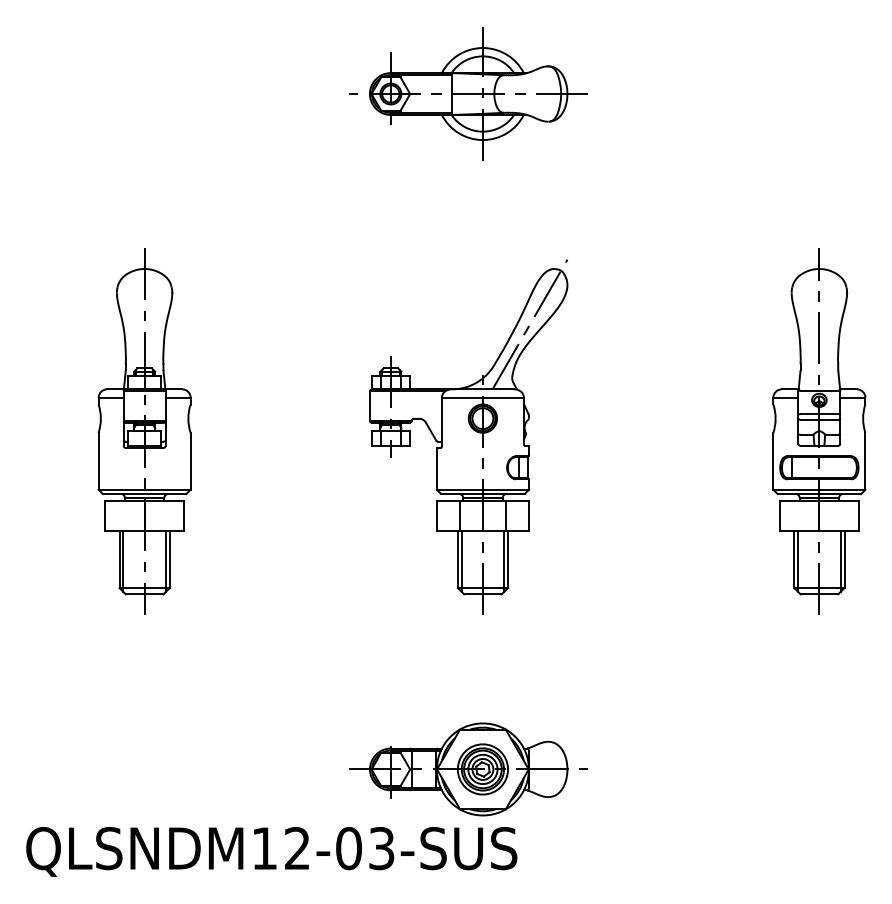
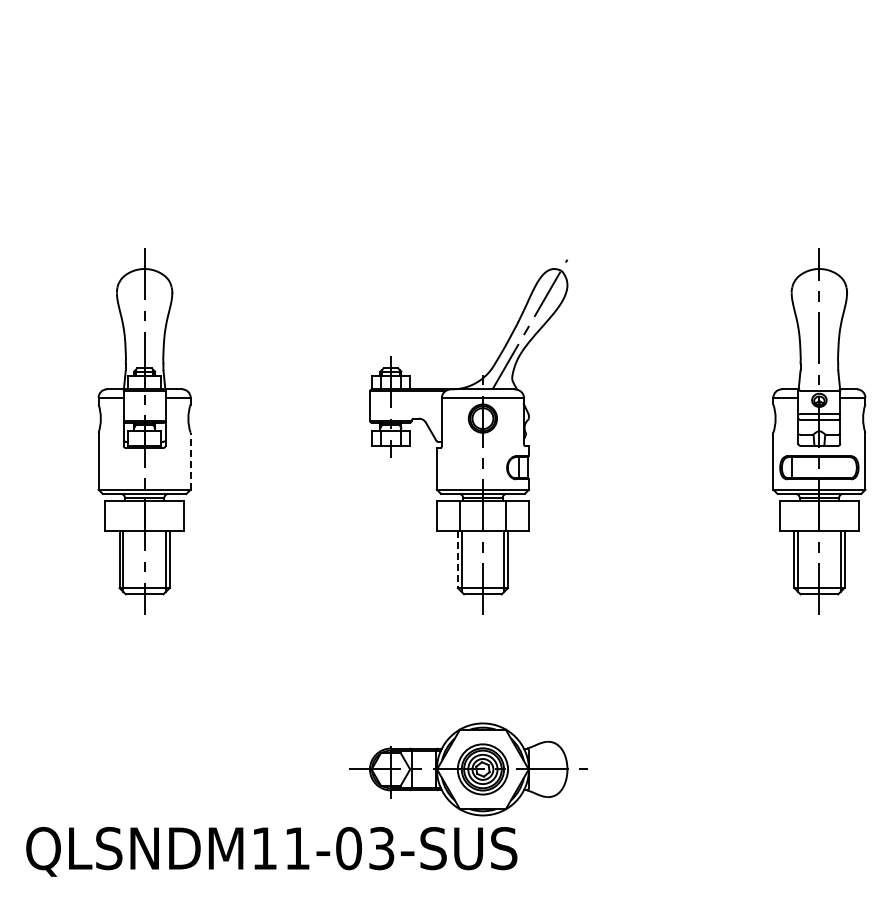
part at (468, 93): present -> none
line at (190, 460): solid -> dashed
line at (457, 559): solid -> dashed
text at (297, 848): QLSNDM12-03-SUS -> QLSNDM11-03-SUS
